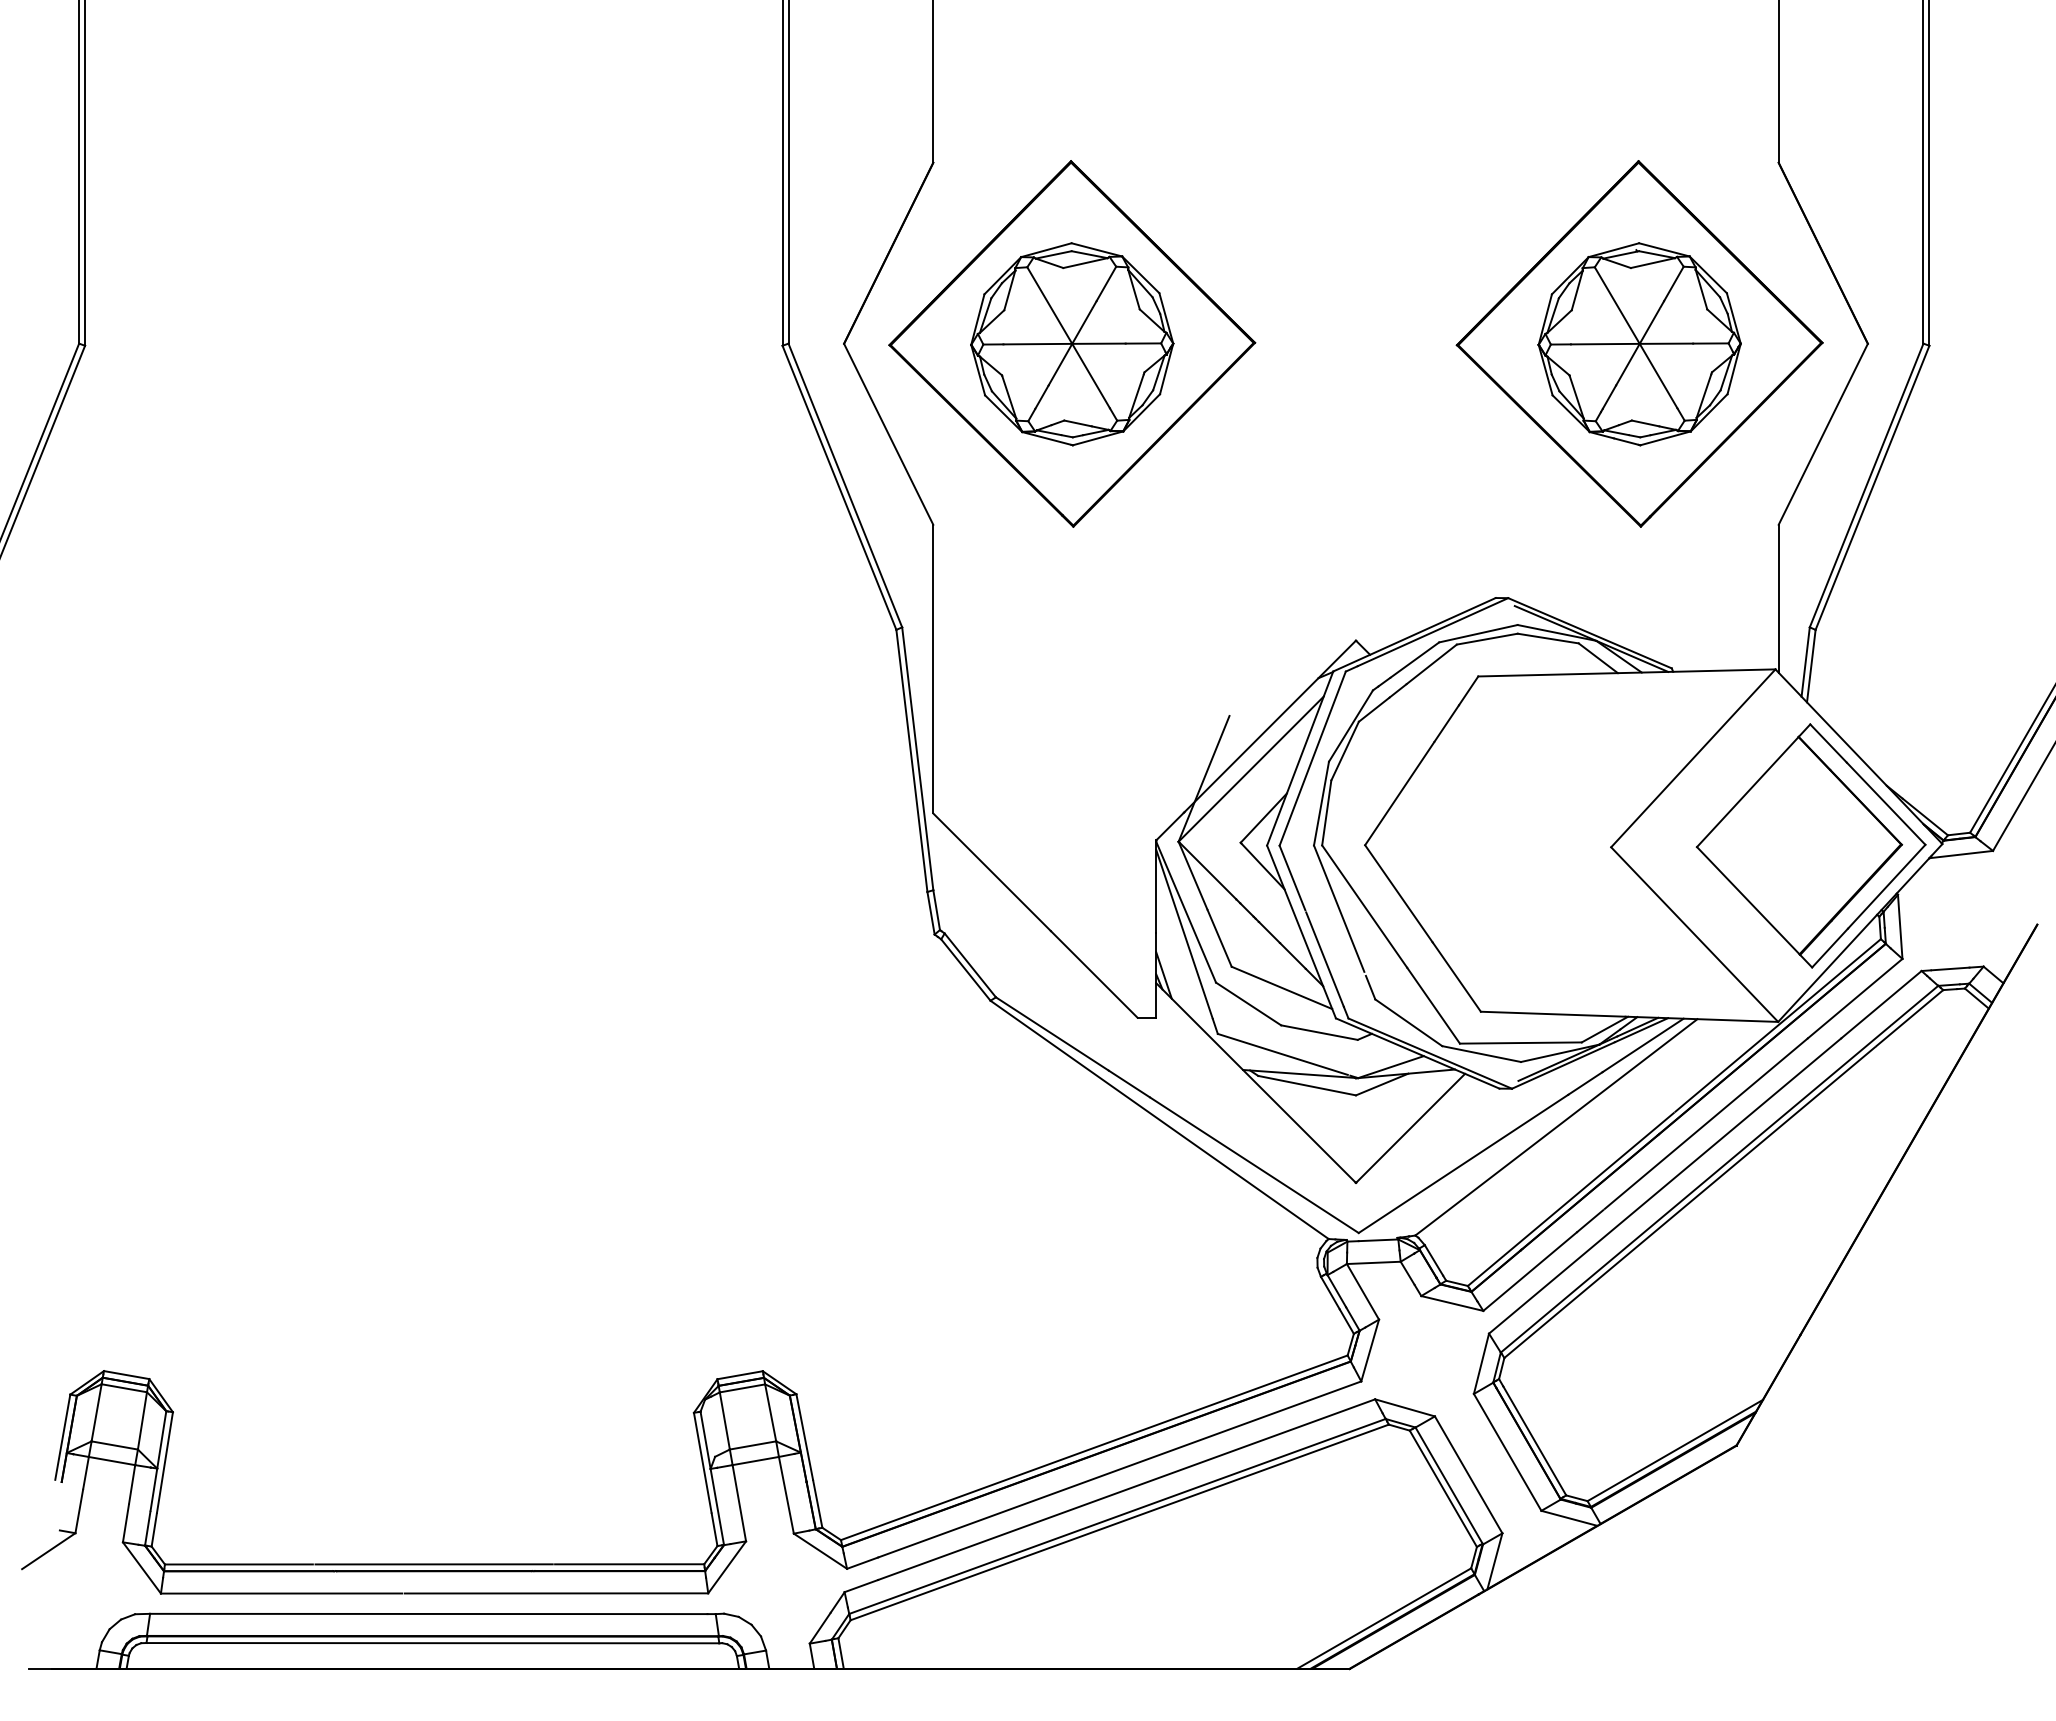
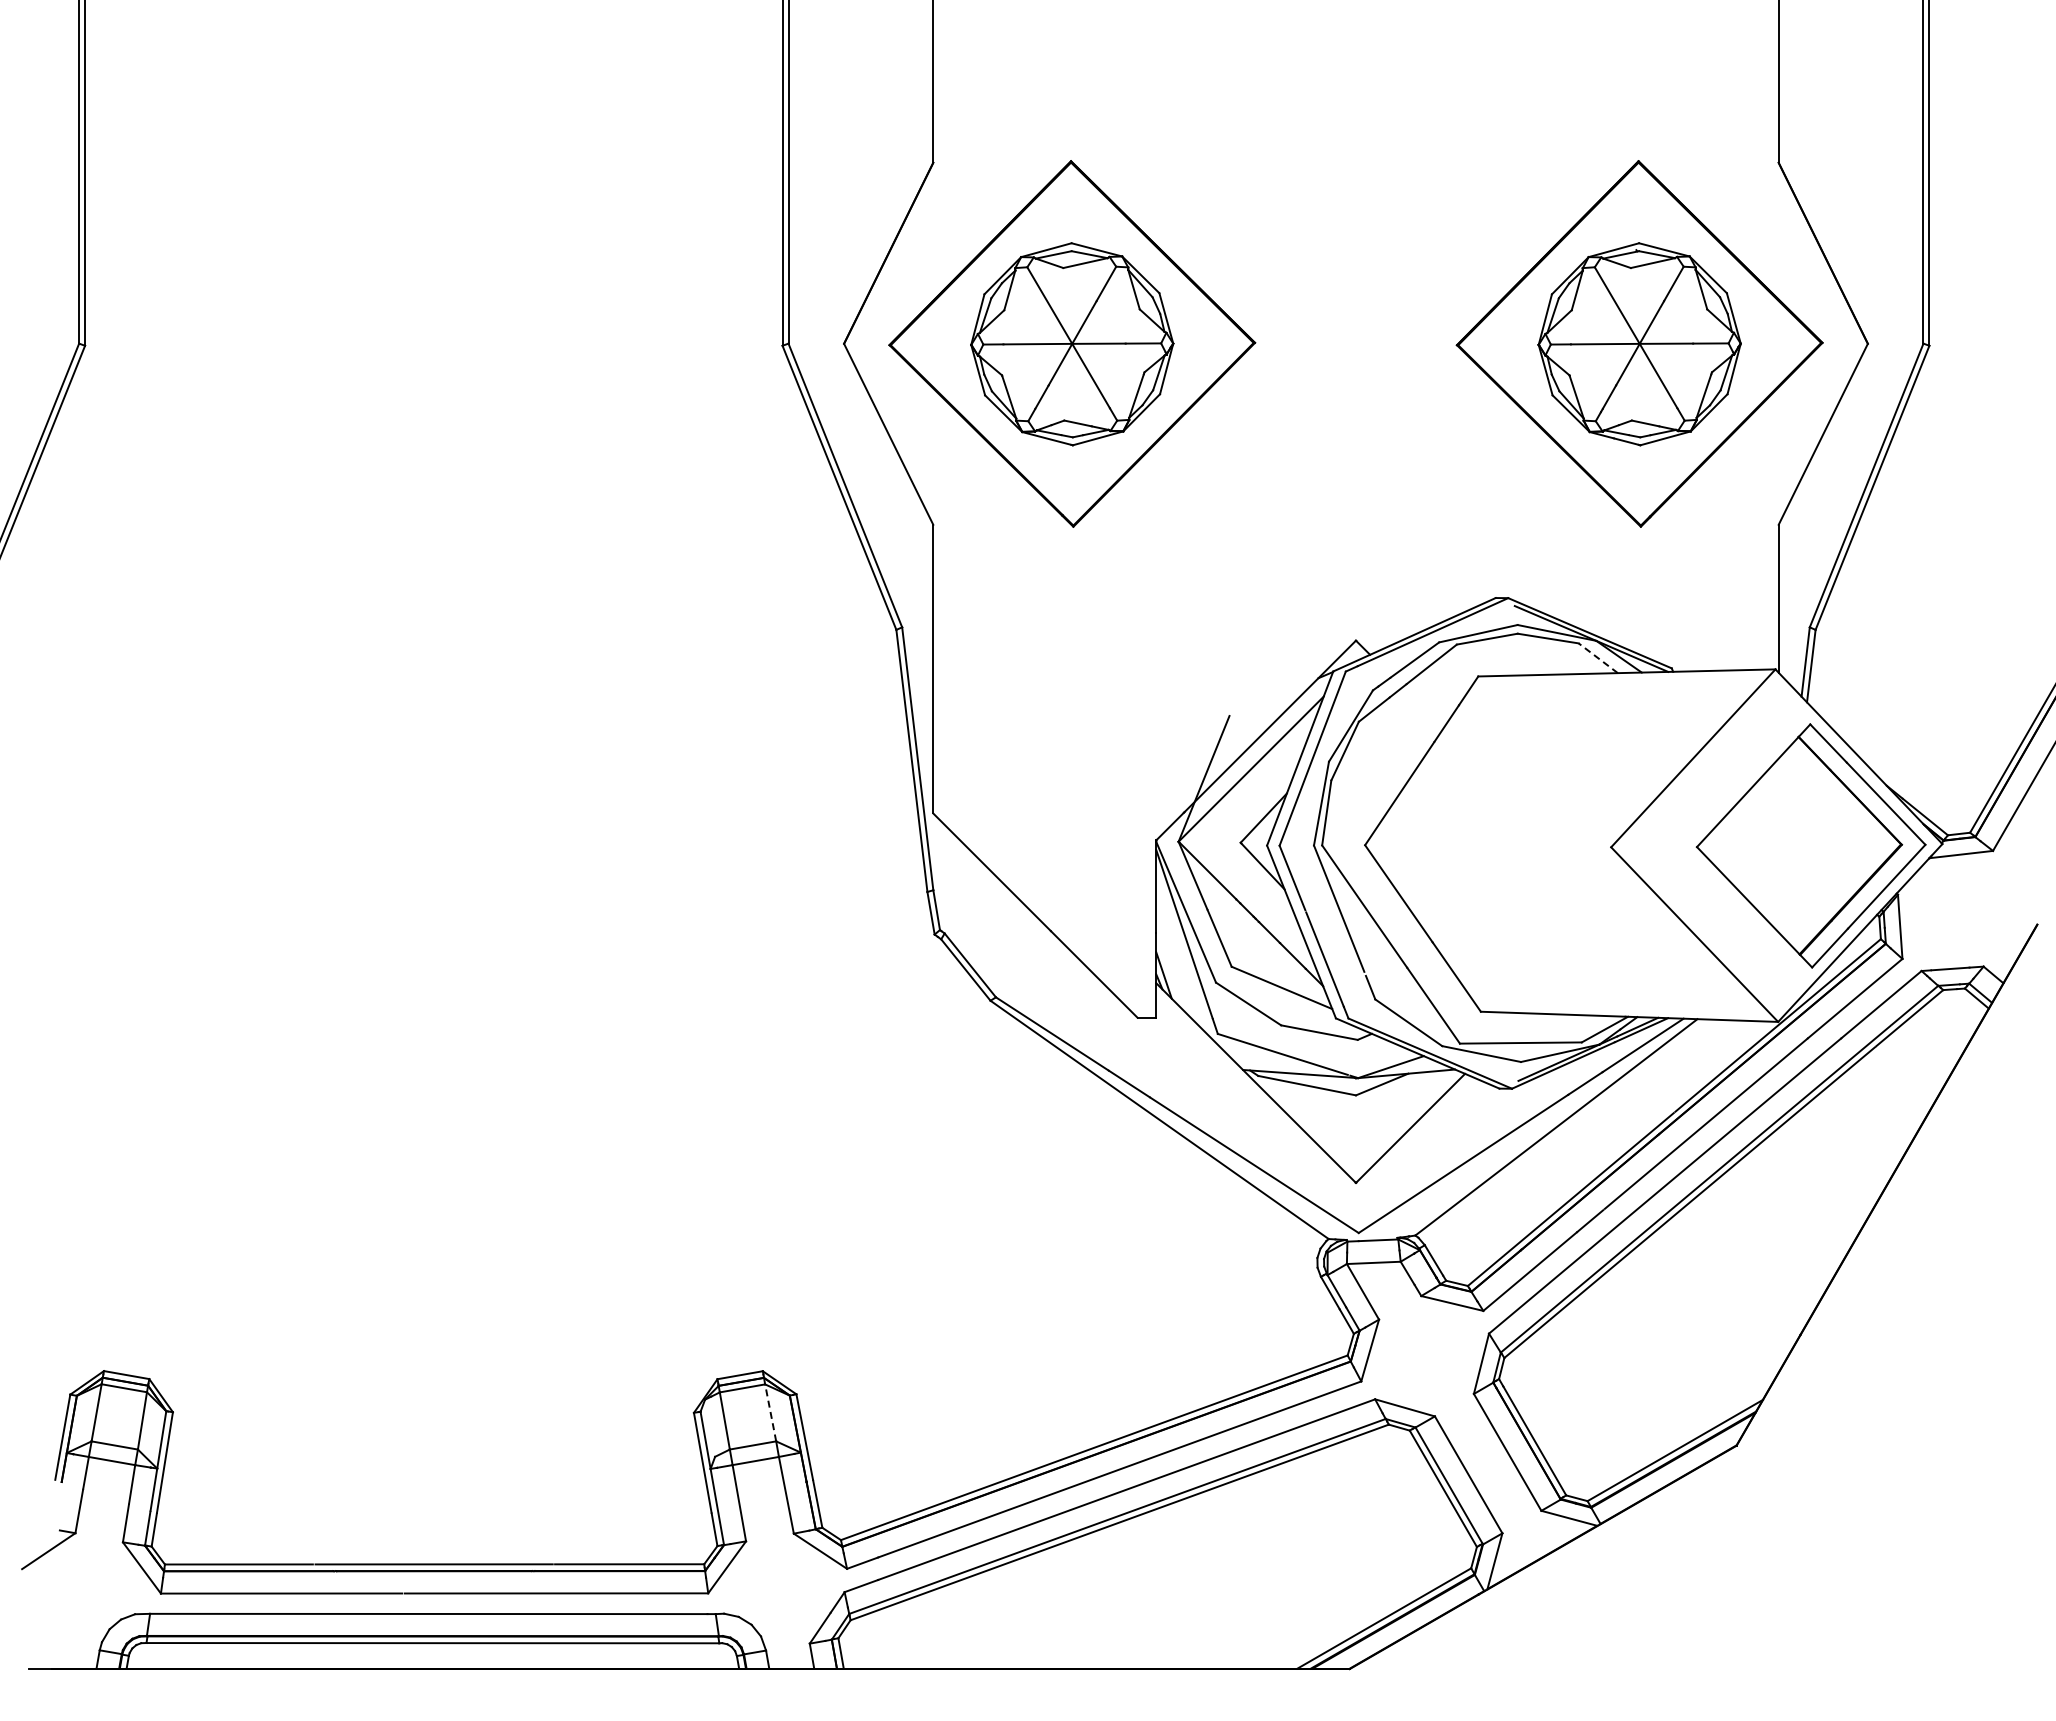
line at (1598, 658): solid -> dashed
line at (770, 1412): solid -> dashed
